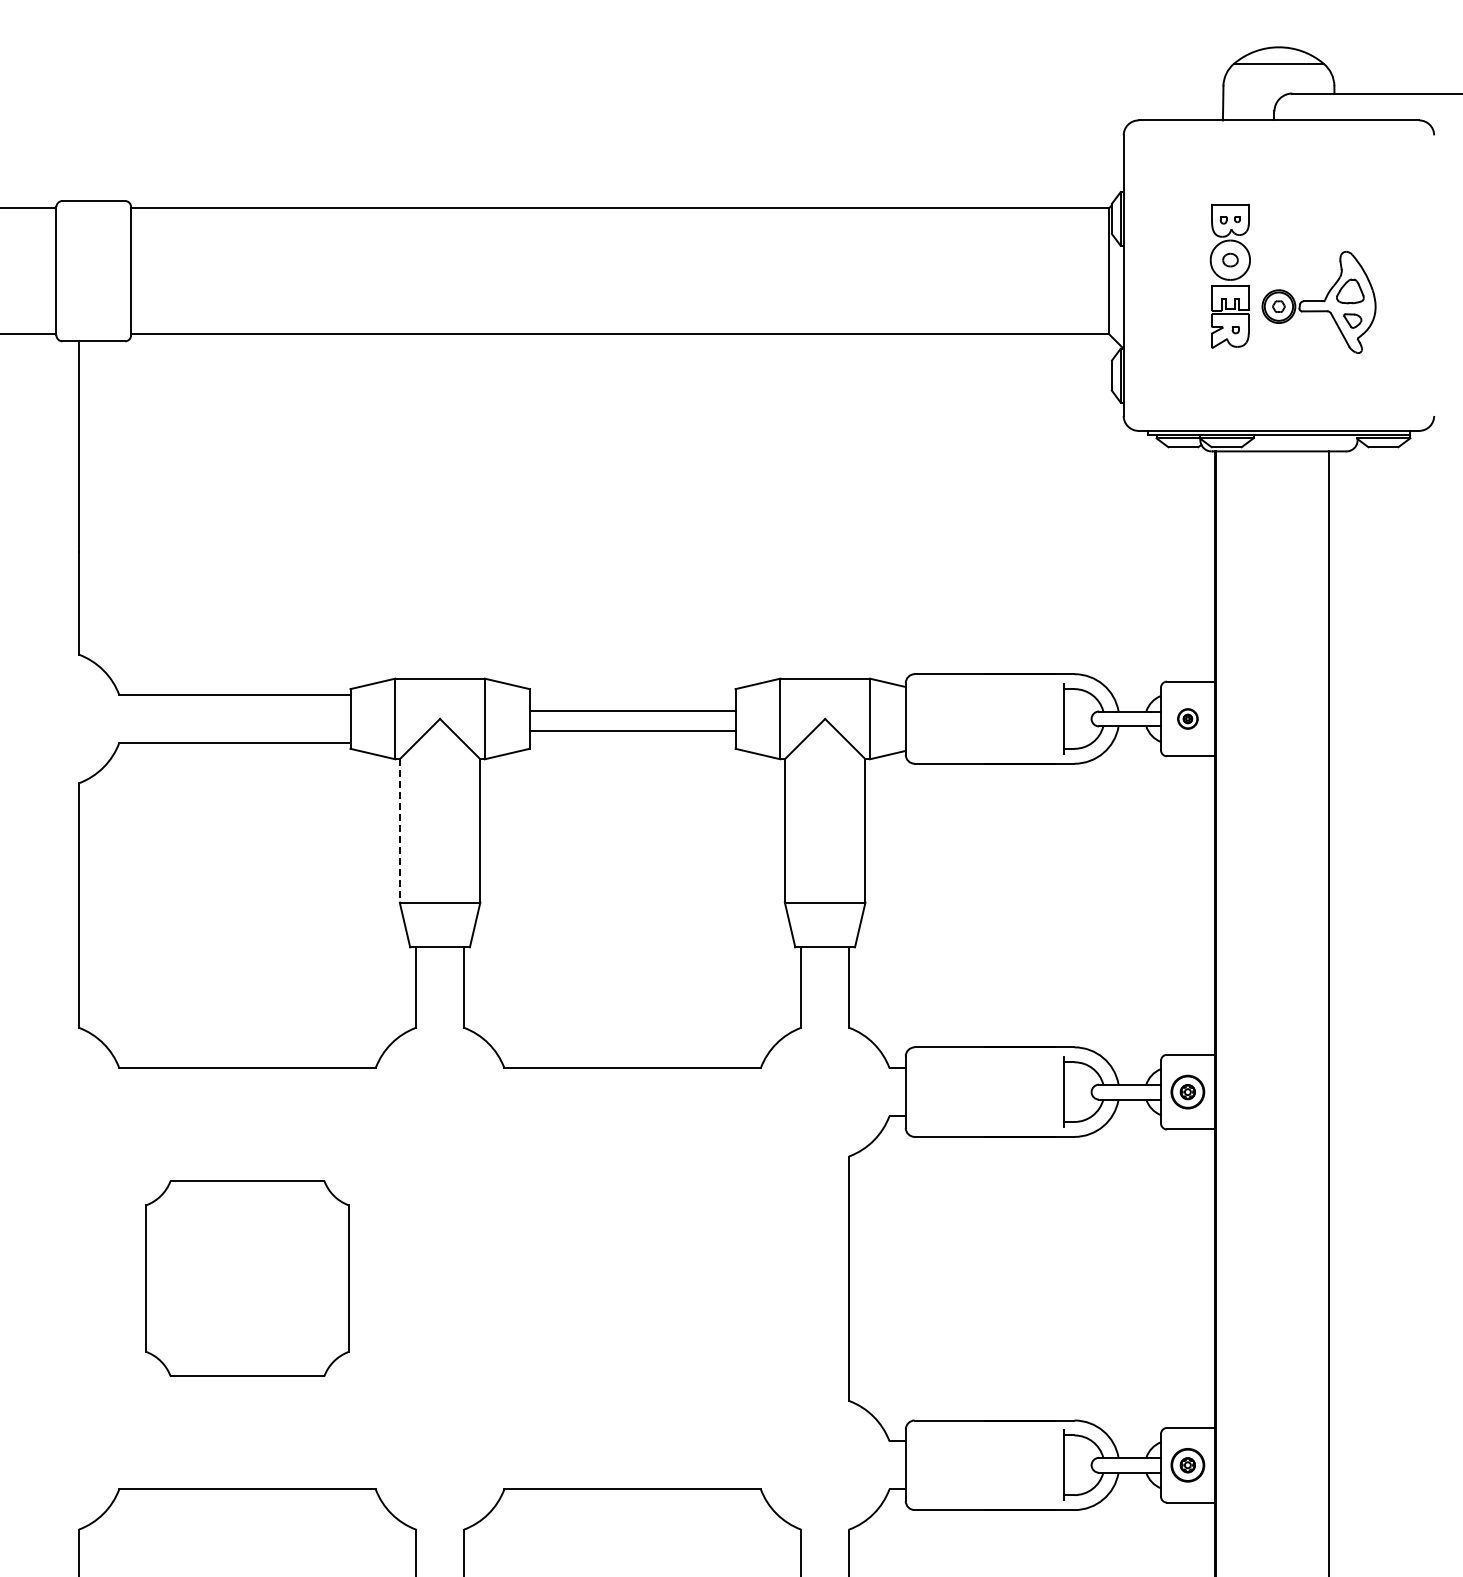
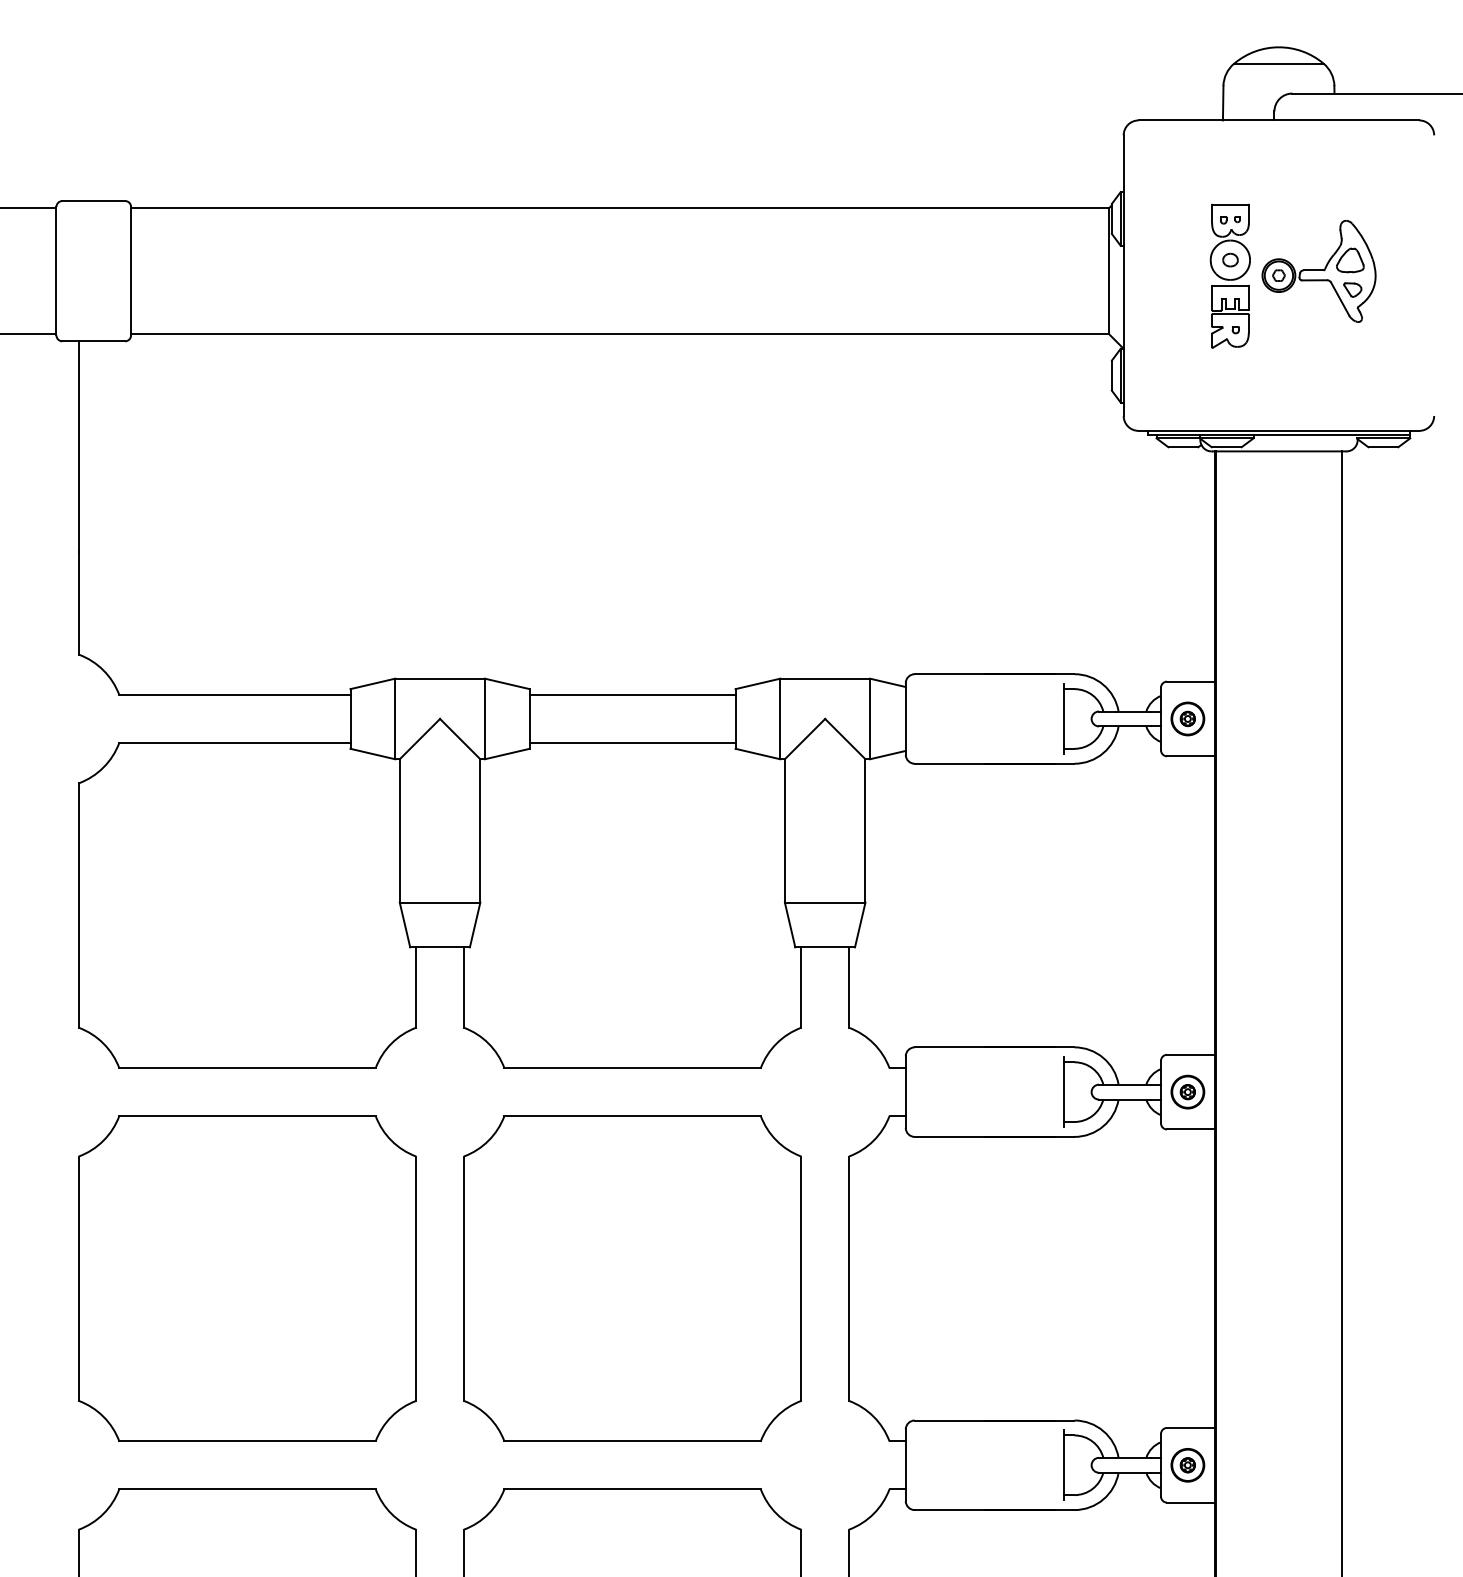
part at (1318, 302) position: (1318, 302) -> (1318, 271)
line at (632, 711) position: (632, 711) -> (632, 695)
part at (1187, 718) size: 22x22 px -> 36x36 px
line at (632, 730) position: (632, 730) -> (632, 742)
line at (399, 830): dashed -> solid
line at (1328, 1012) position: (1328, 1012) -> (1341, 1012)
part at (247, 1278) size: 205x197 px -> 339x327 px
part at (632, 1278): none -> present
